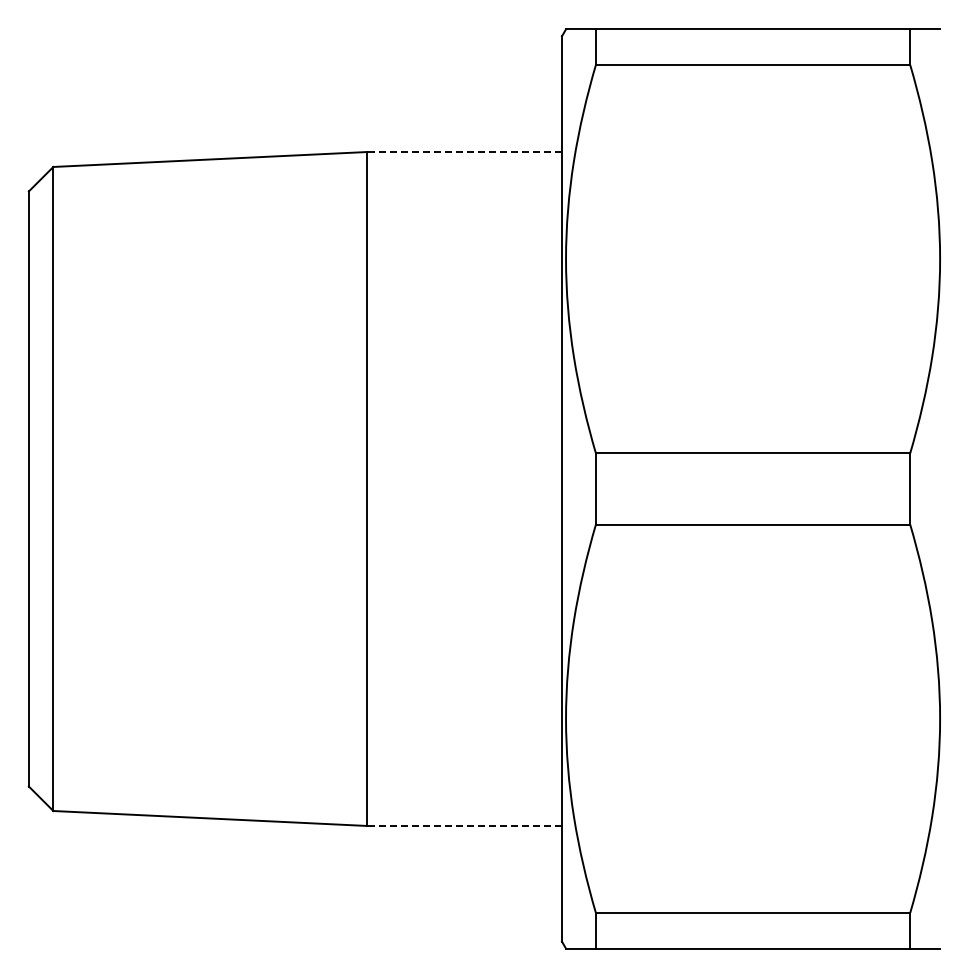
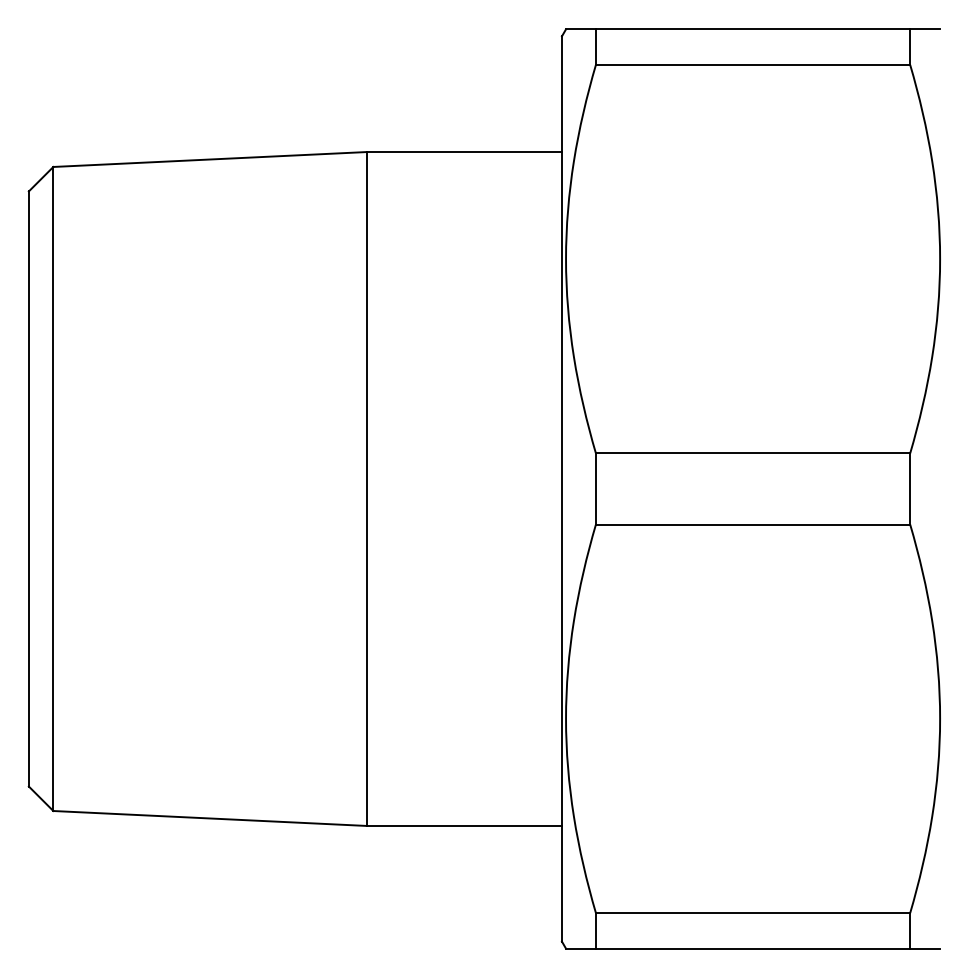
line at (464, 152): dashed -> solid
line at (464, 825): dashed -> solid
